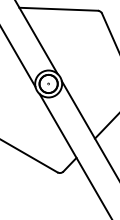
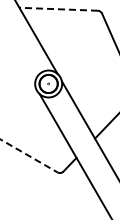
line at (58, 9): solid -> dashed
line at (18, 57): present -> none
line at (29, 156): solid -> dashed
